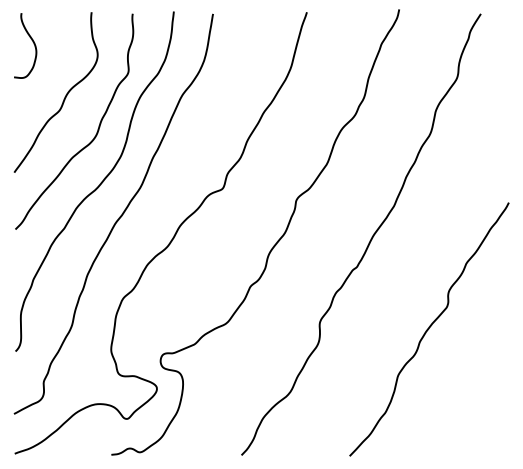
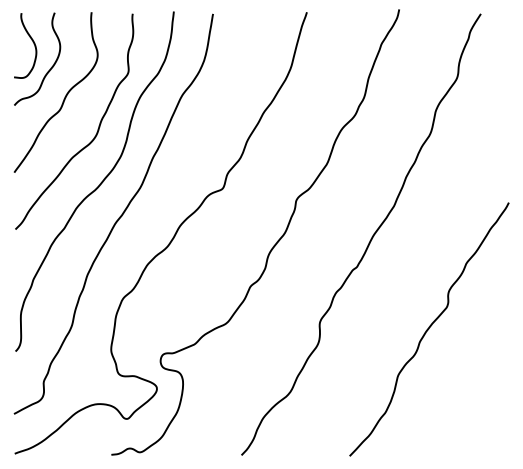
curve at (51, 66): none -> present
